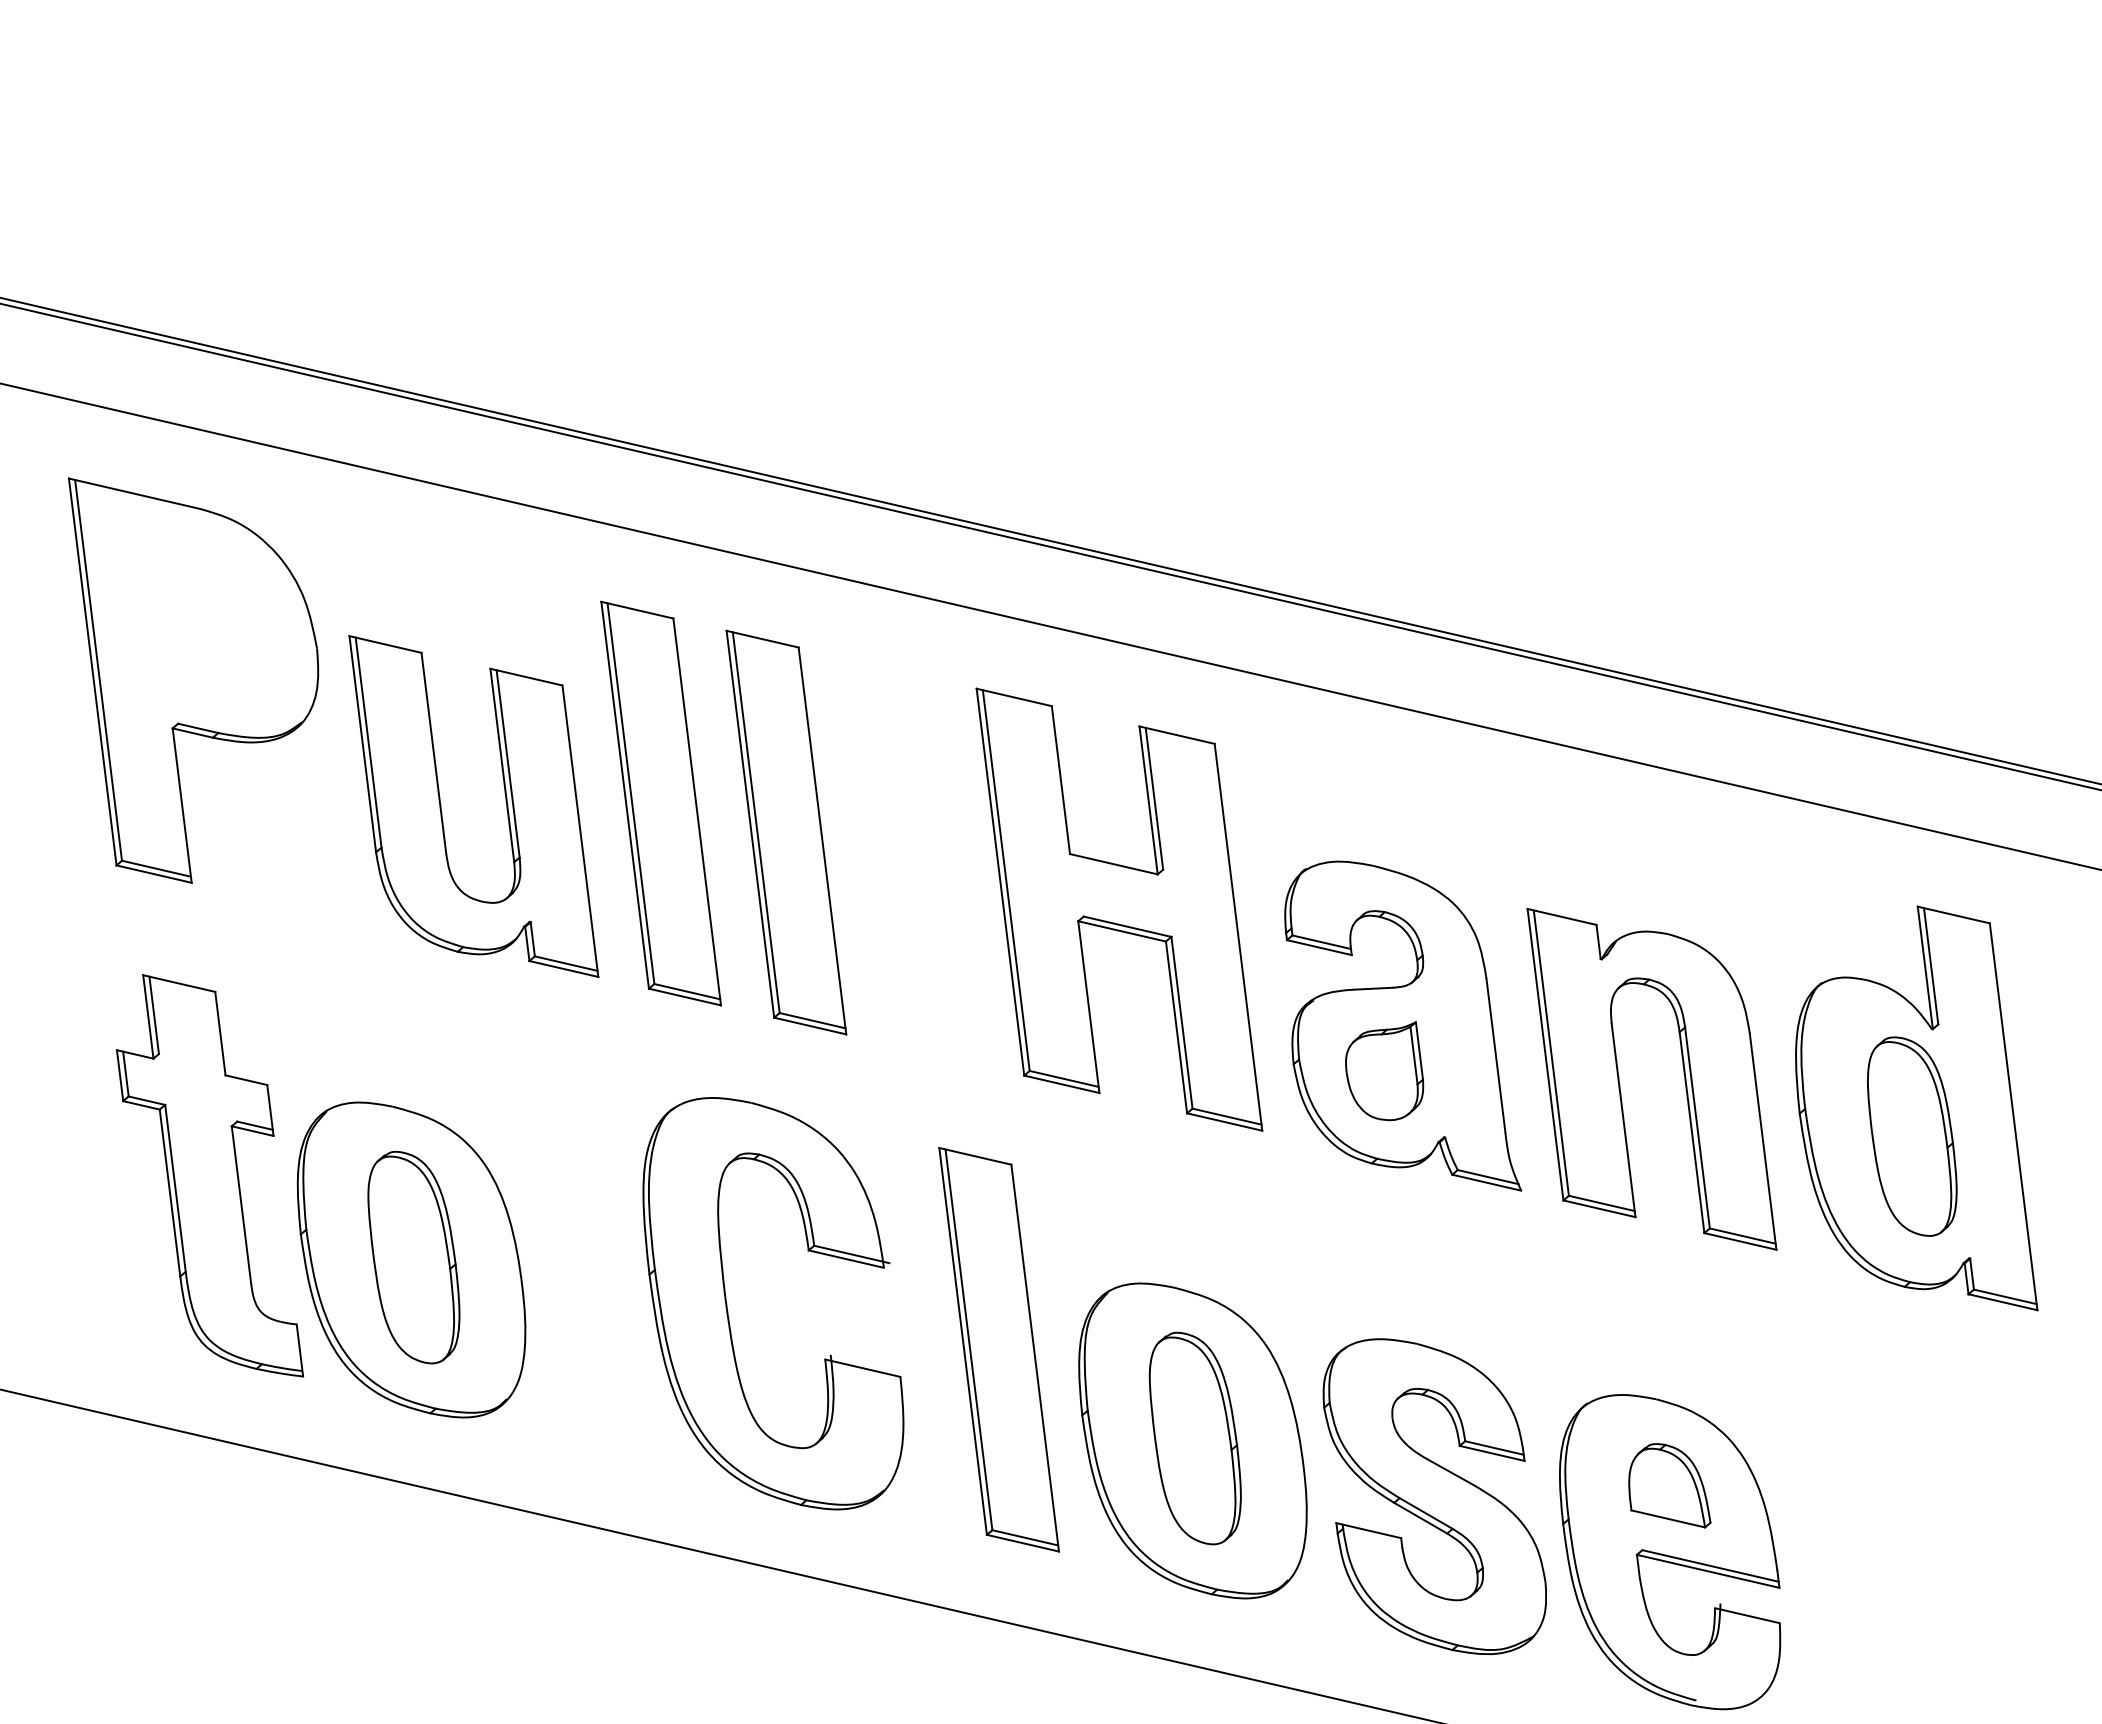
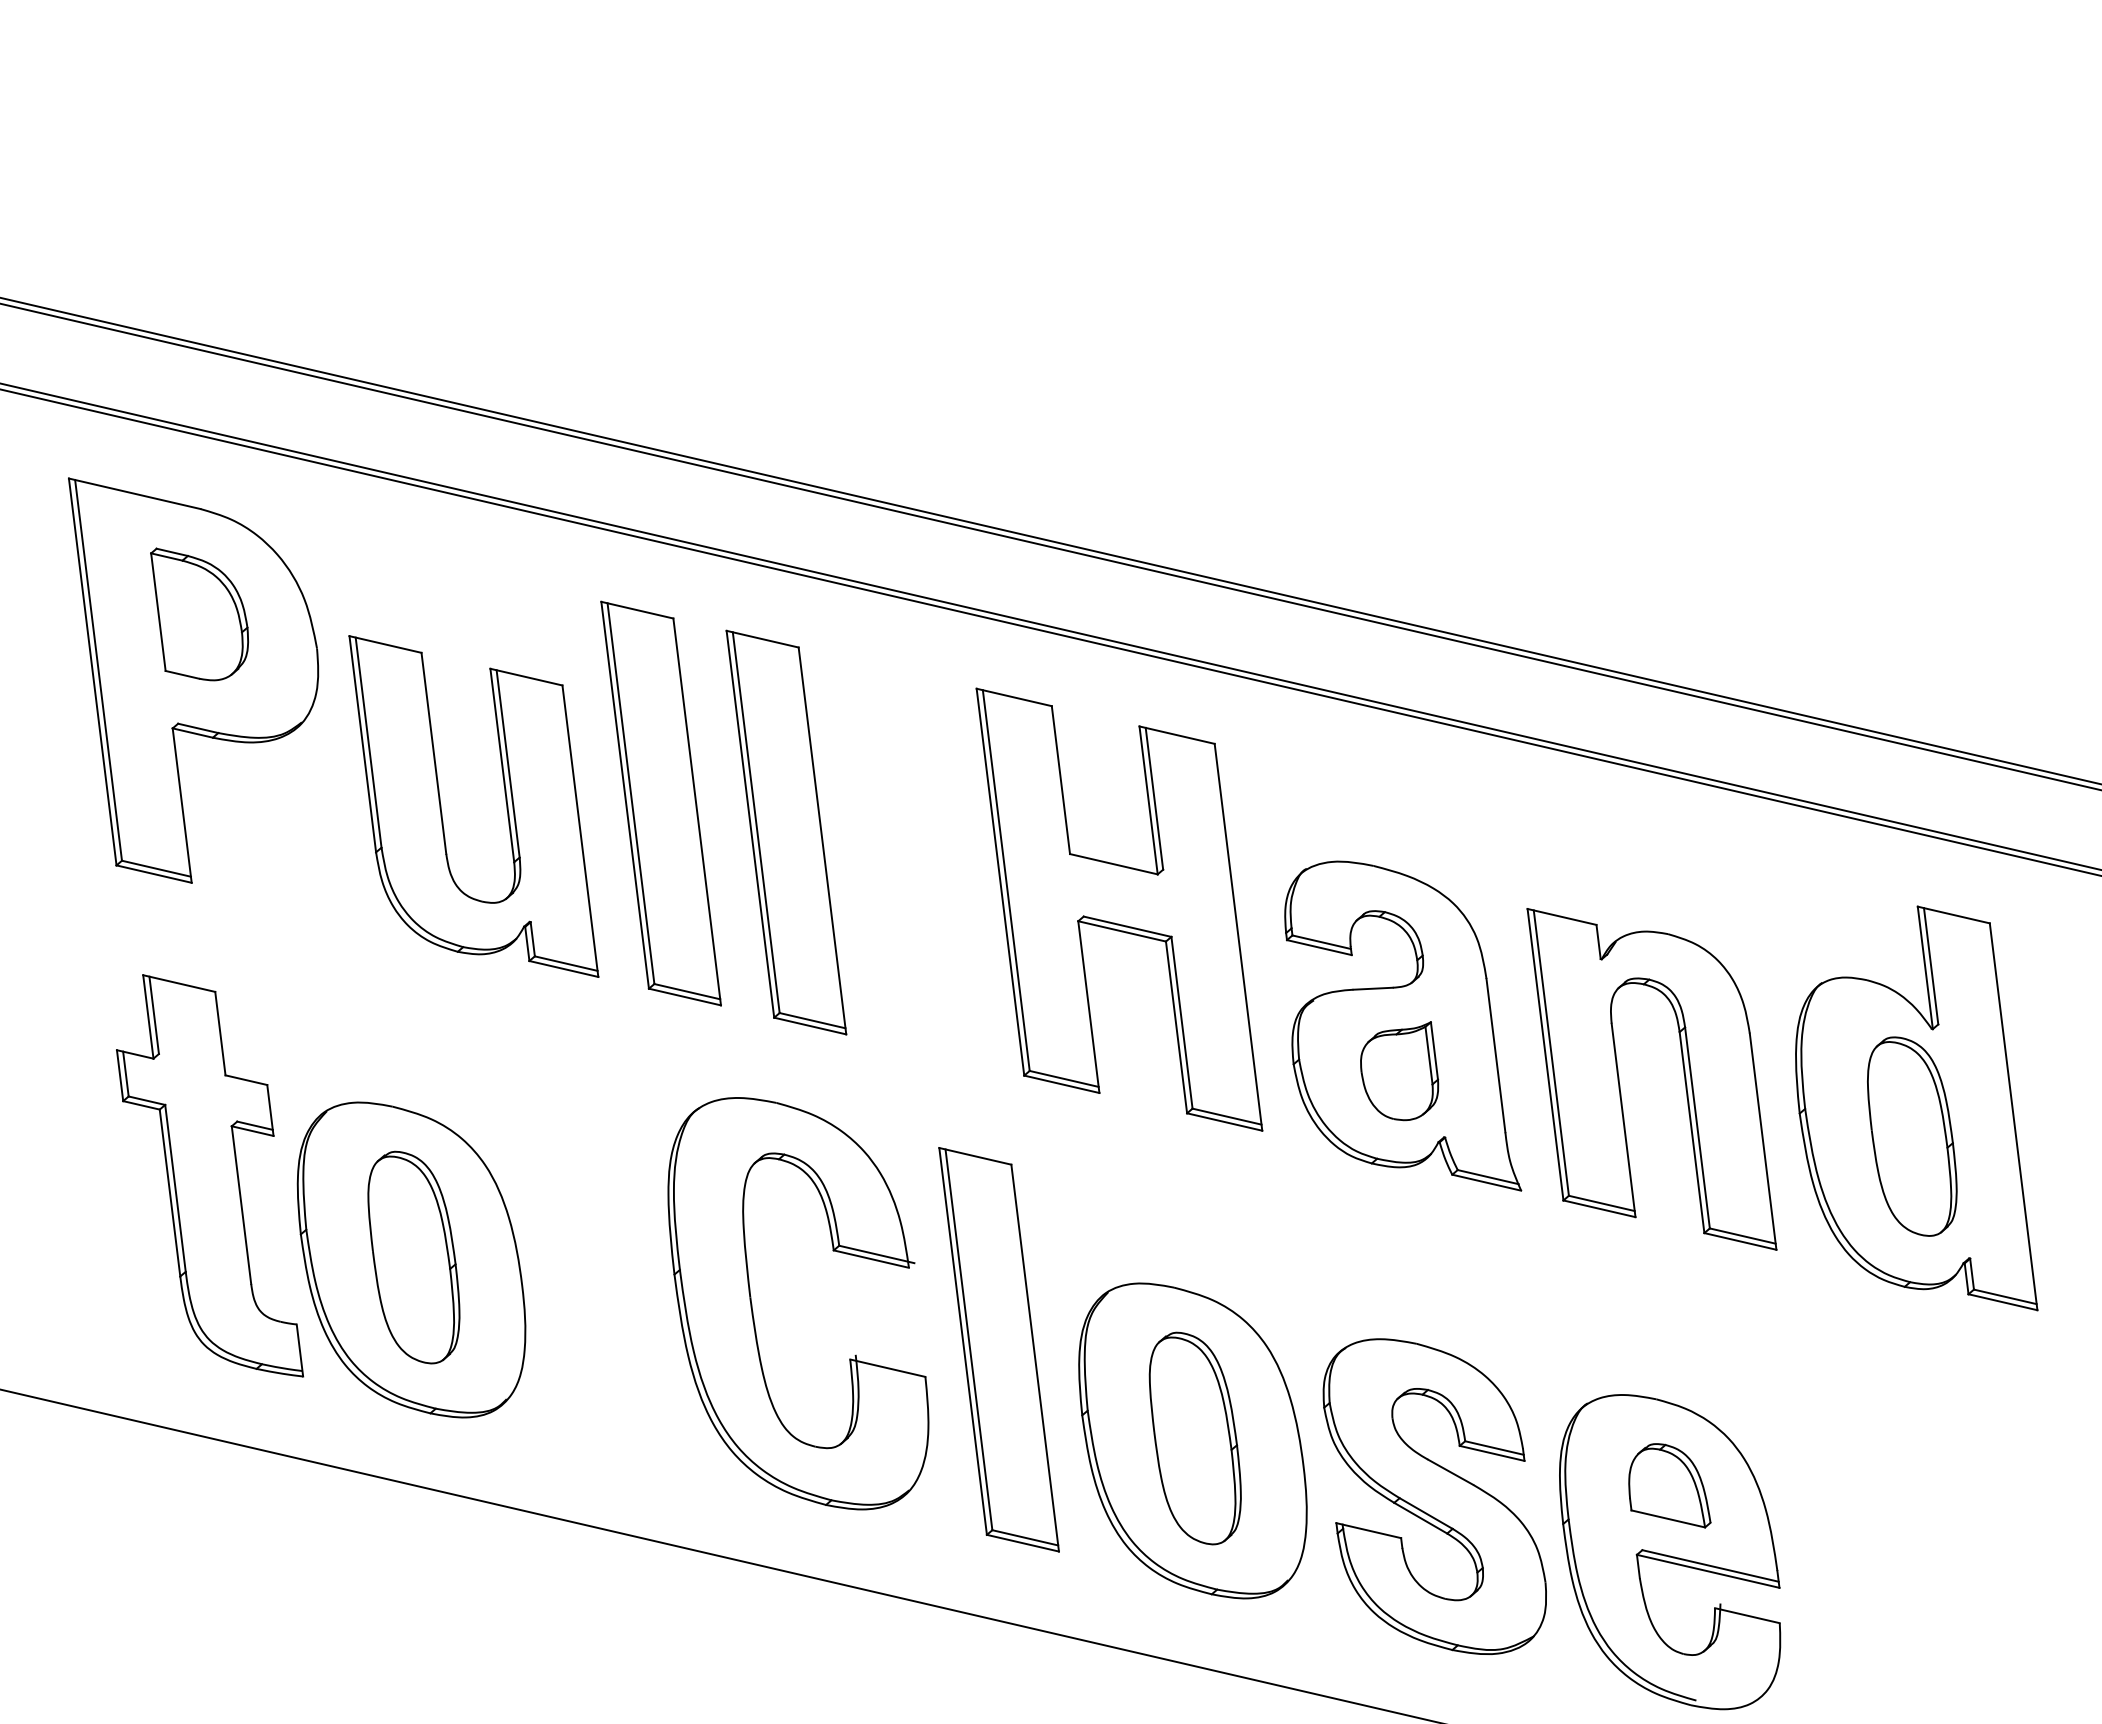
part at (199, 614): none -> present
line at (1050, 632): none -> present
part at (1384, 1071) position: (1384, 1071) -> (1399, 1071)
part at (728, 1311) position: (728, 1311) -> (753, 1311)
